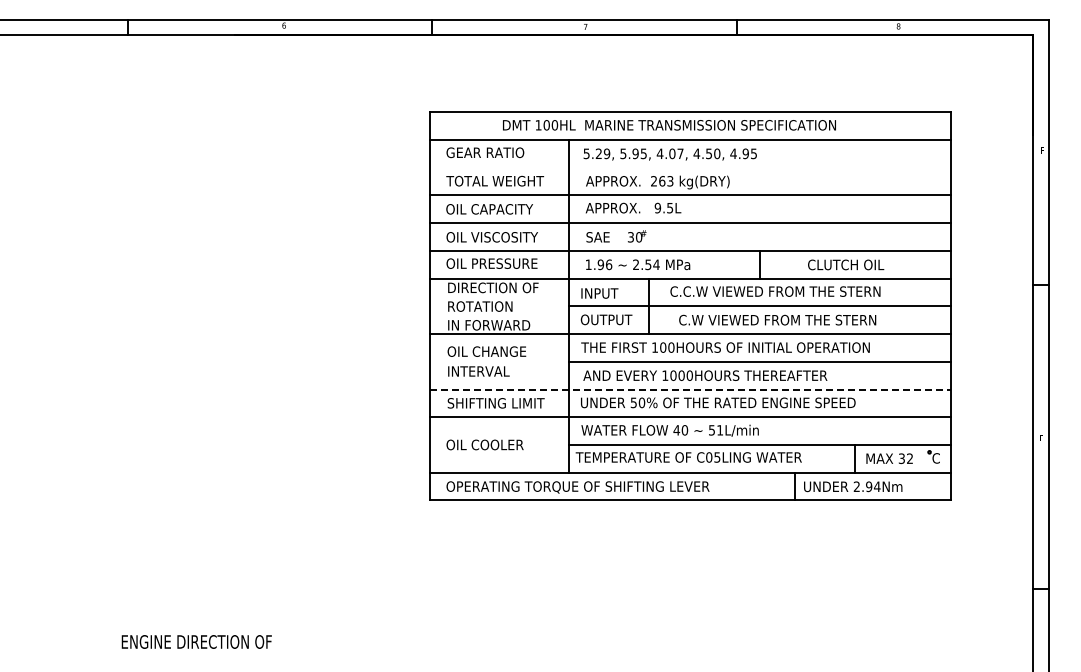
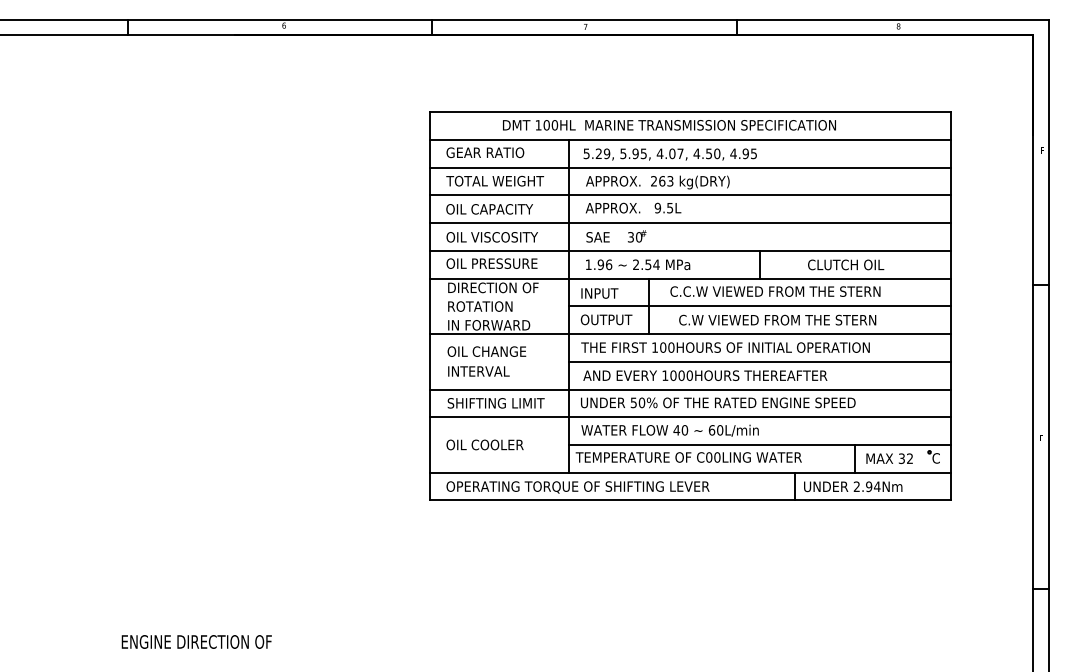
line at (690, 167): none -> present
line at (691, 389): dashed -> solid
text at (715, 430): 51L/min -> 60L/min
text at (717, 457): C05LING -> C00LING
